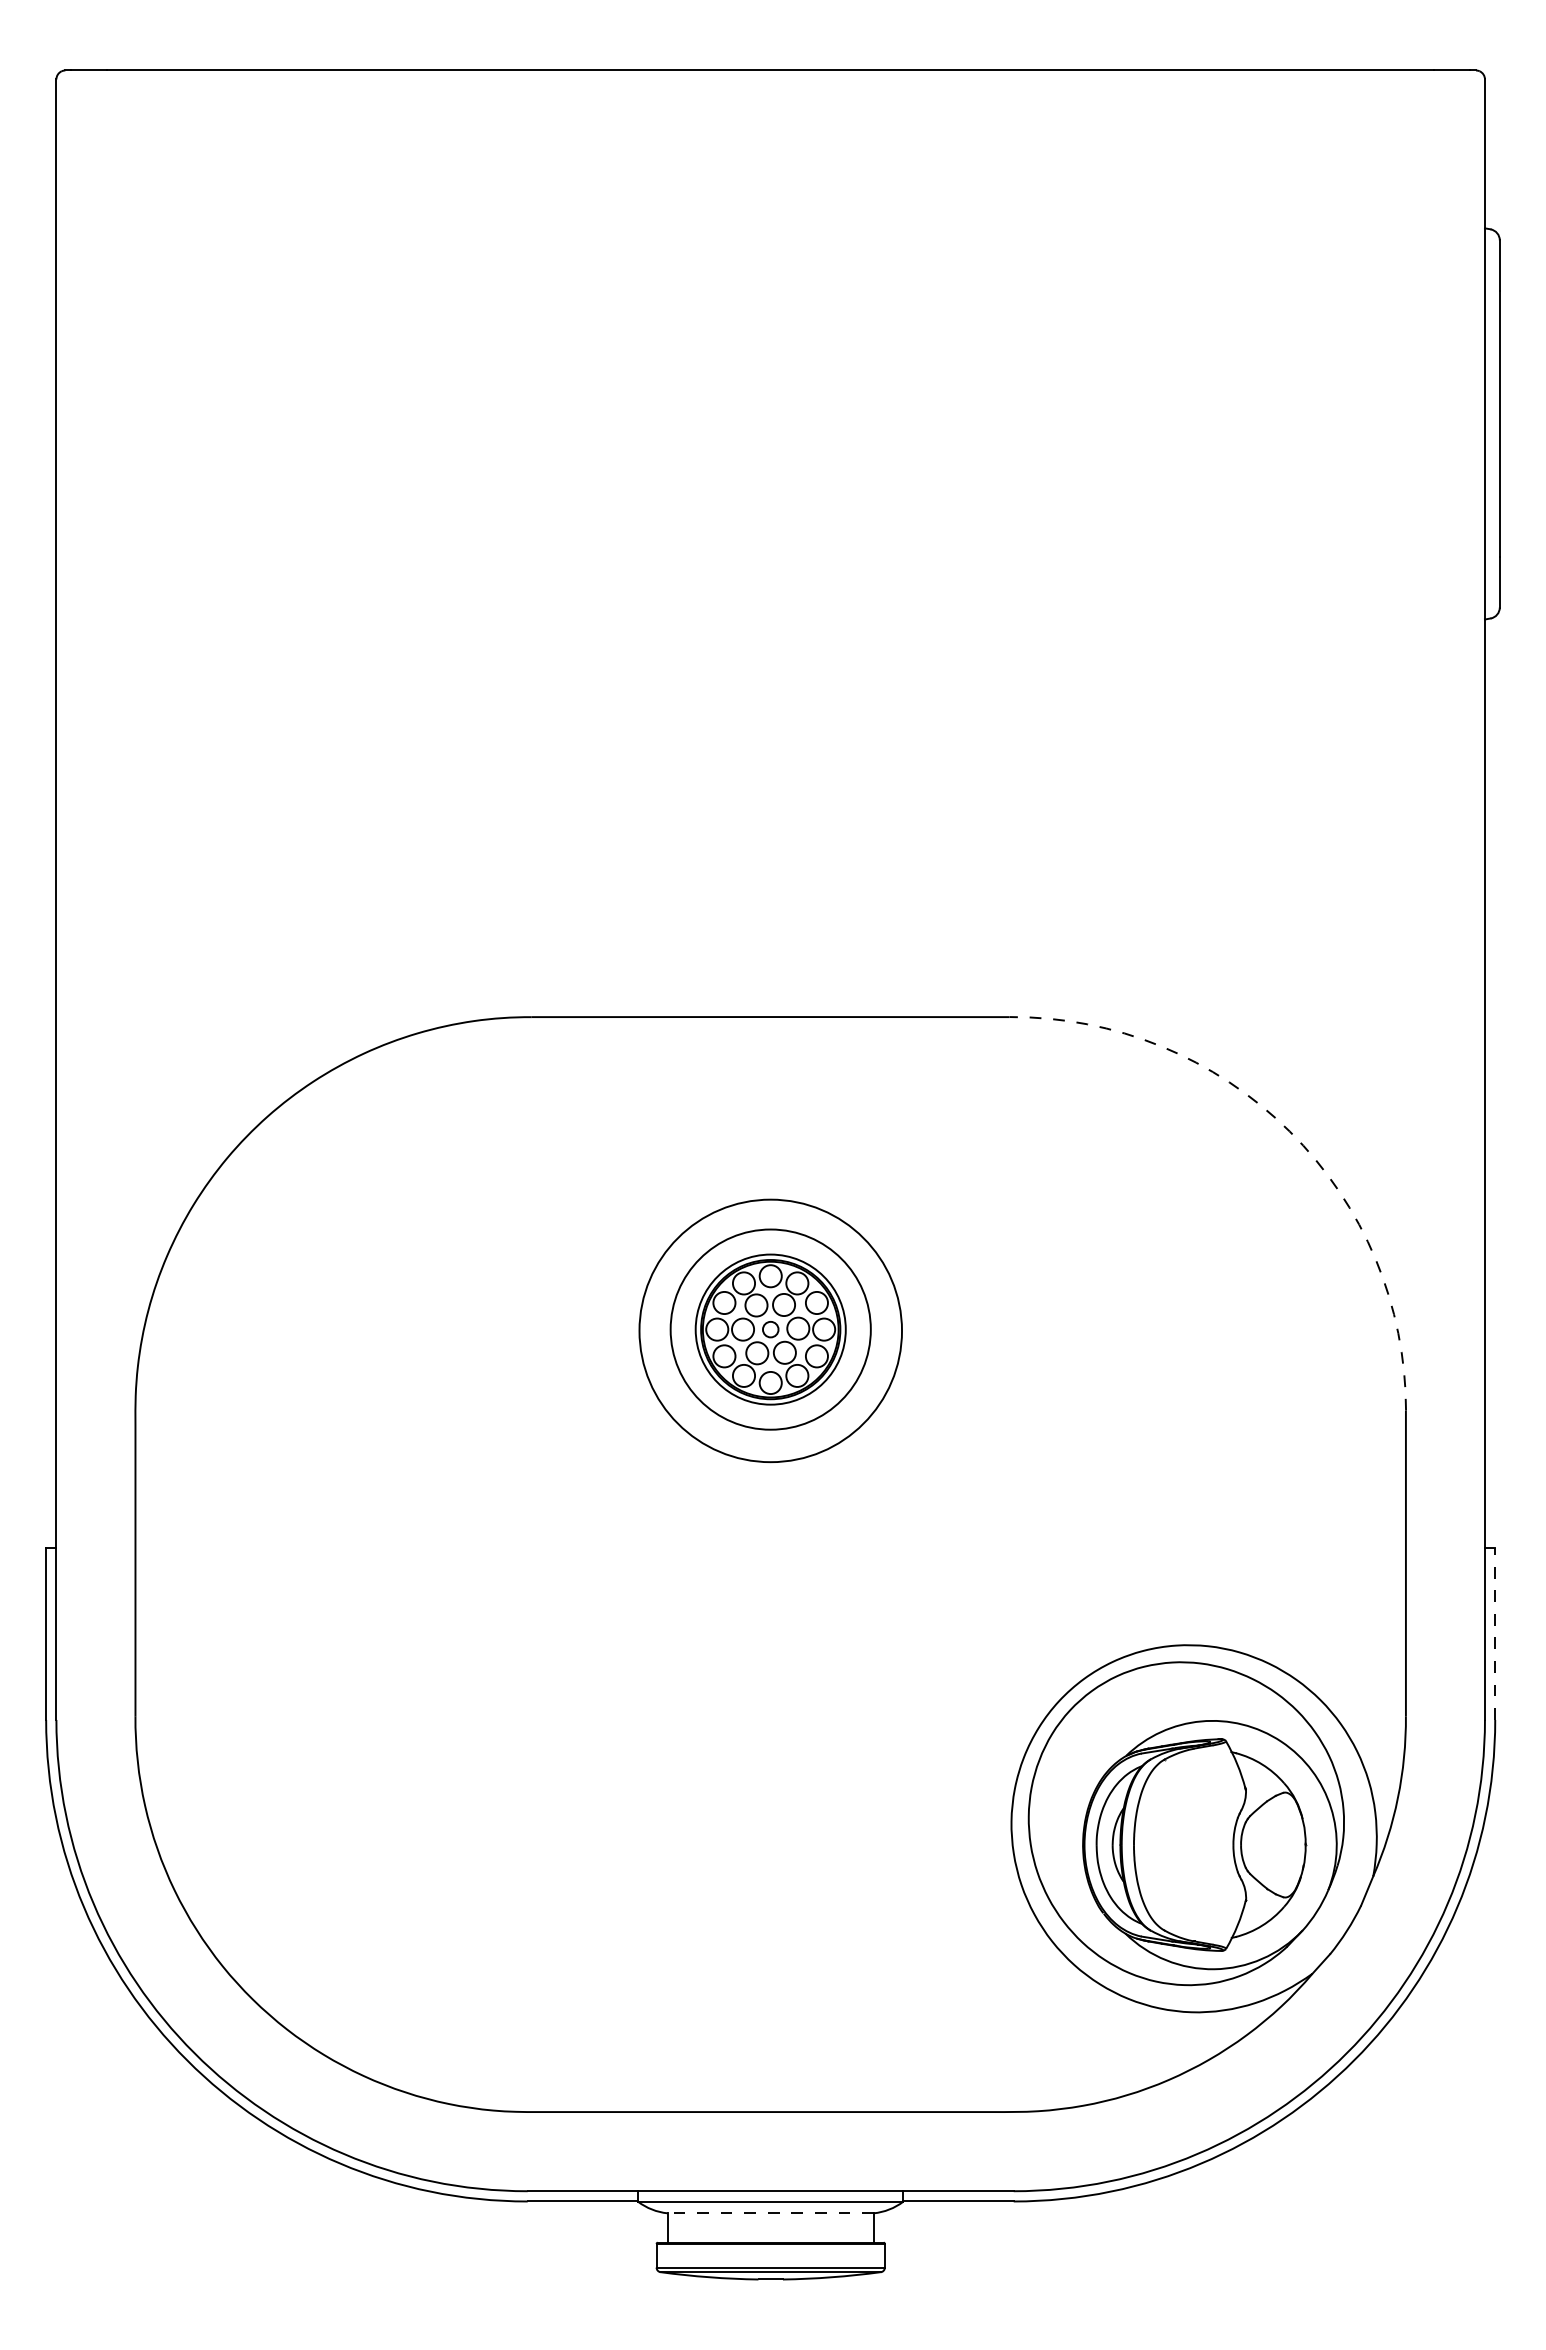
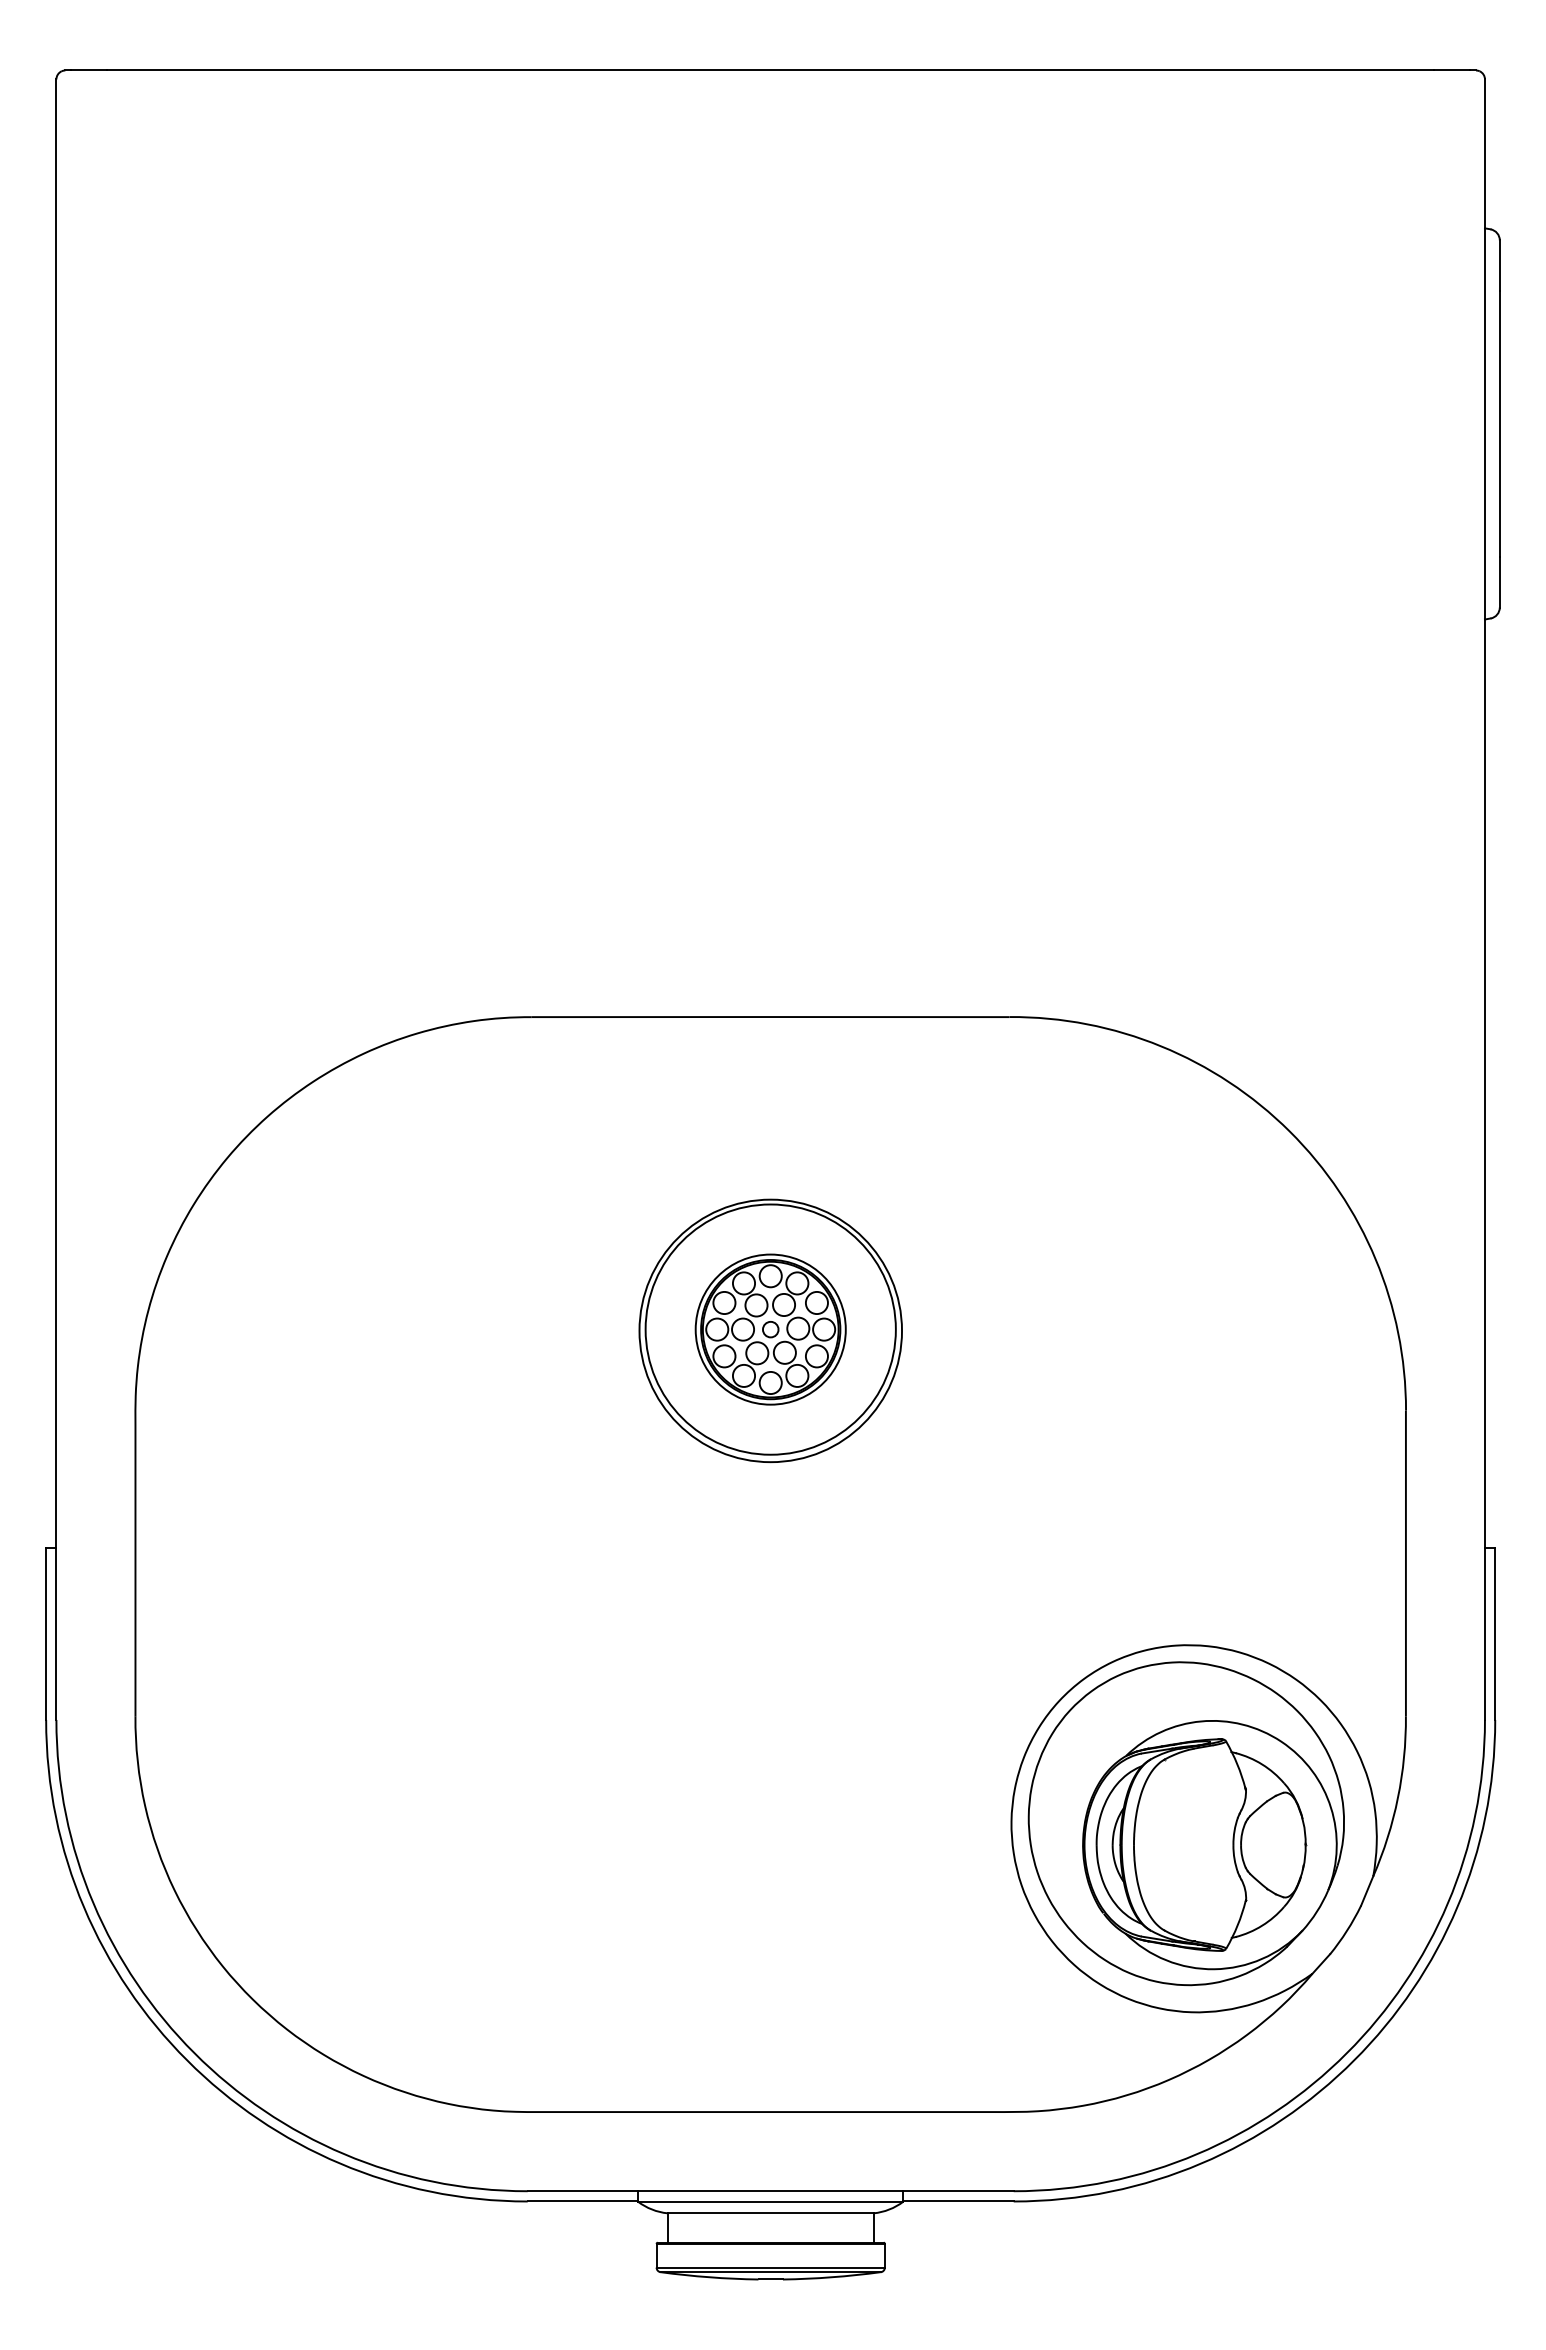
arc at (1289, 1131): dashed -> solid
circle at (770, 1329) diameter: 200 px -> 250 px
line at (1495, 1633): dashed -> solid
line at (770, 2213): dashed -> solid
